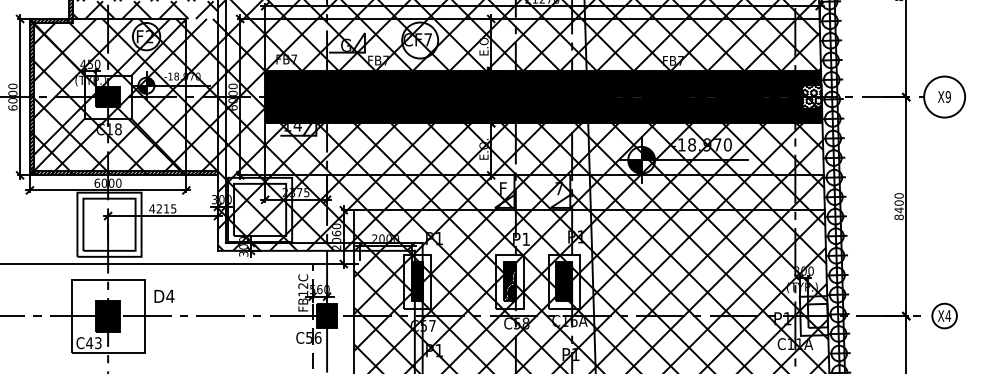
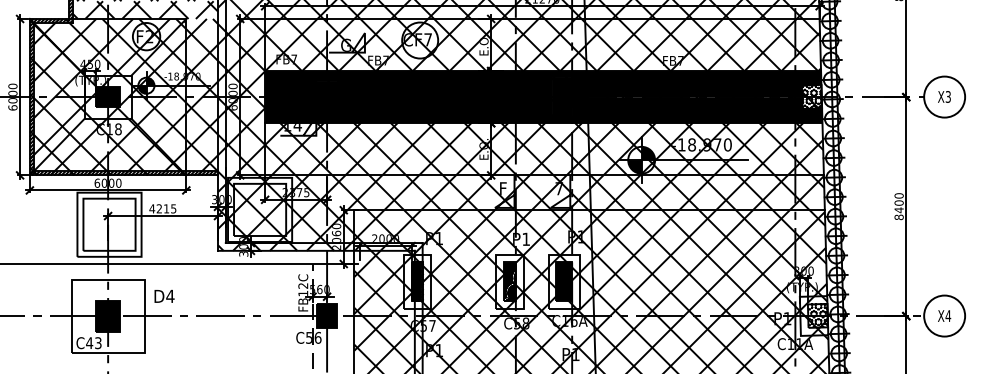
text at (947, 96): X9 -> X3
hatch at (818, 315): none -> present
circle at (944, 315) diameter: 25 px -> 41 px
